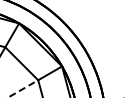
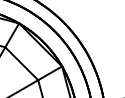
line at (22, 89): dashed -> solid
